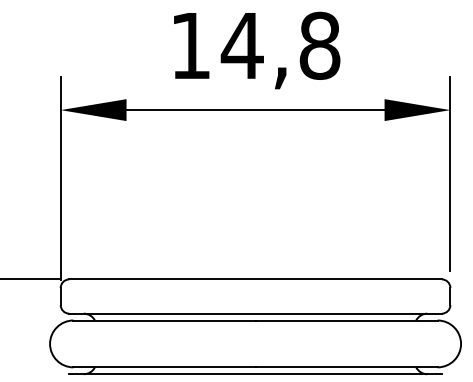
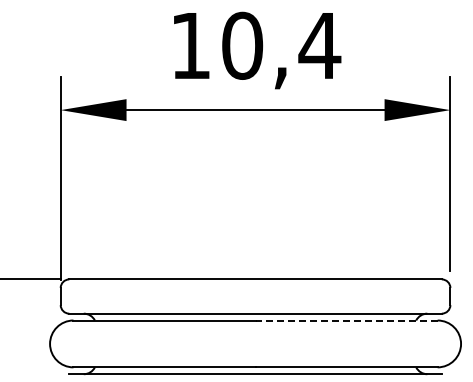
text at (280, 45): 14,8 -> 10,4
line at (346, 320): solid -> dashed
